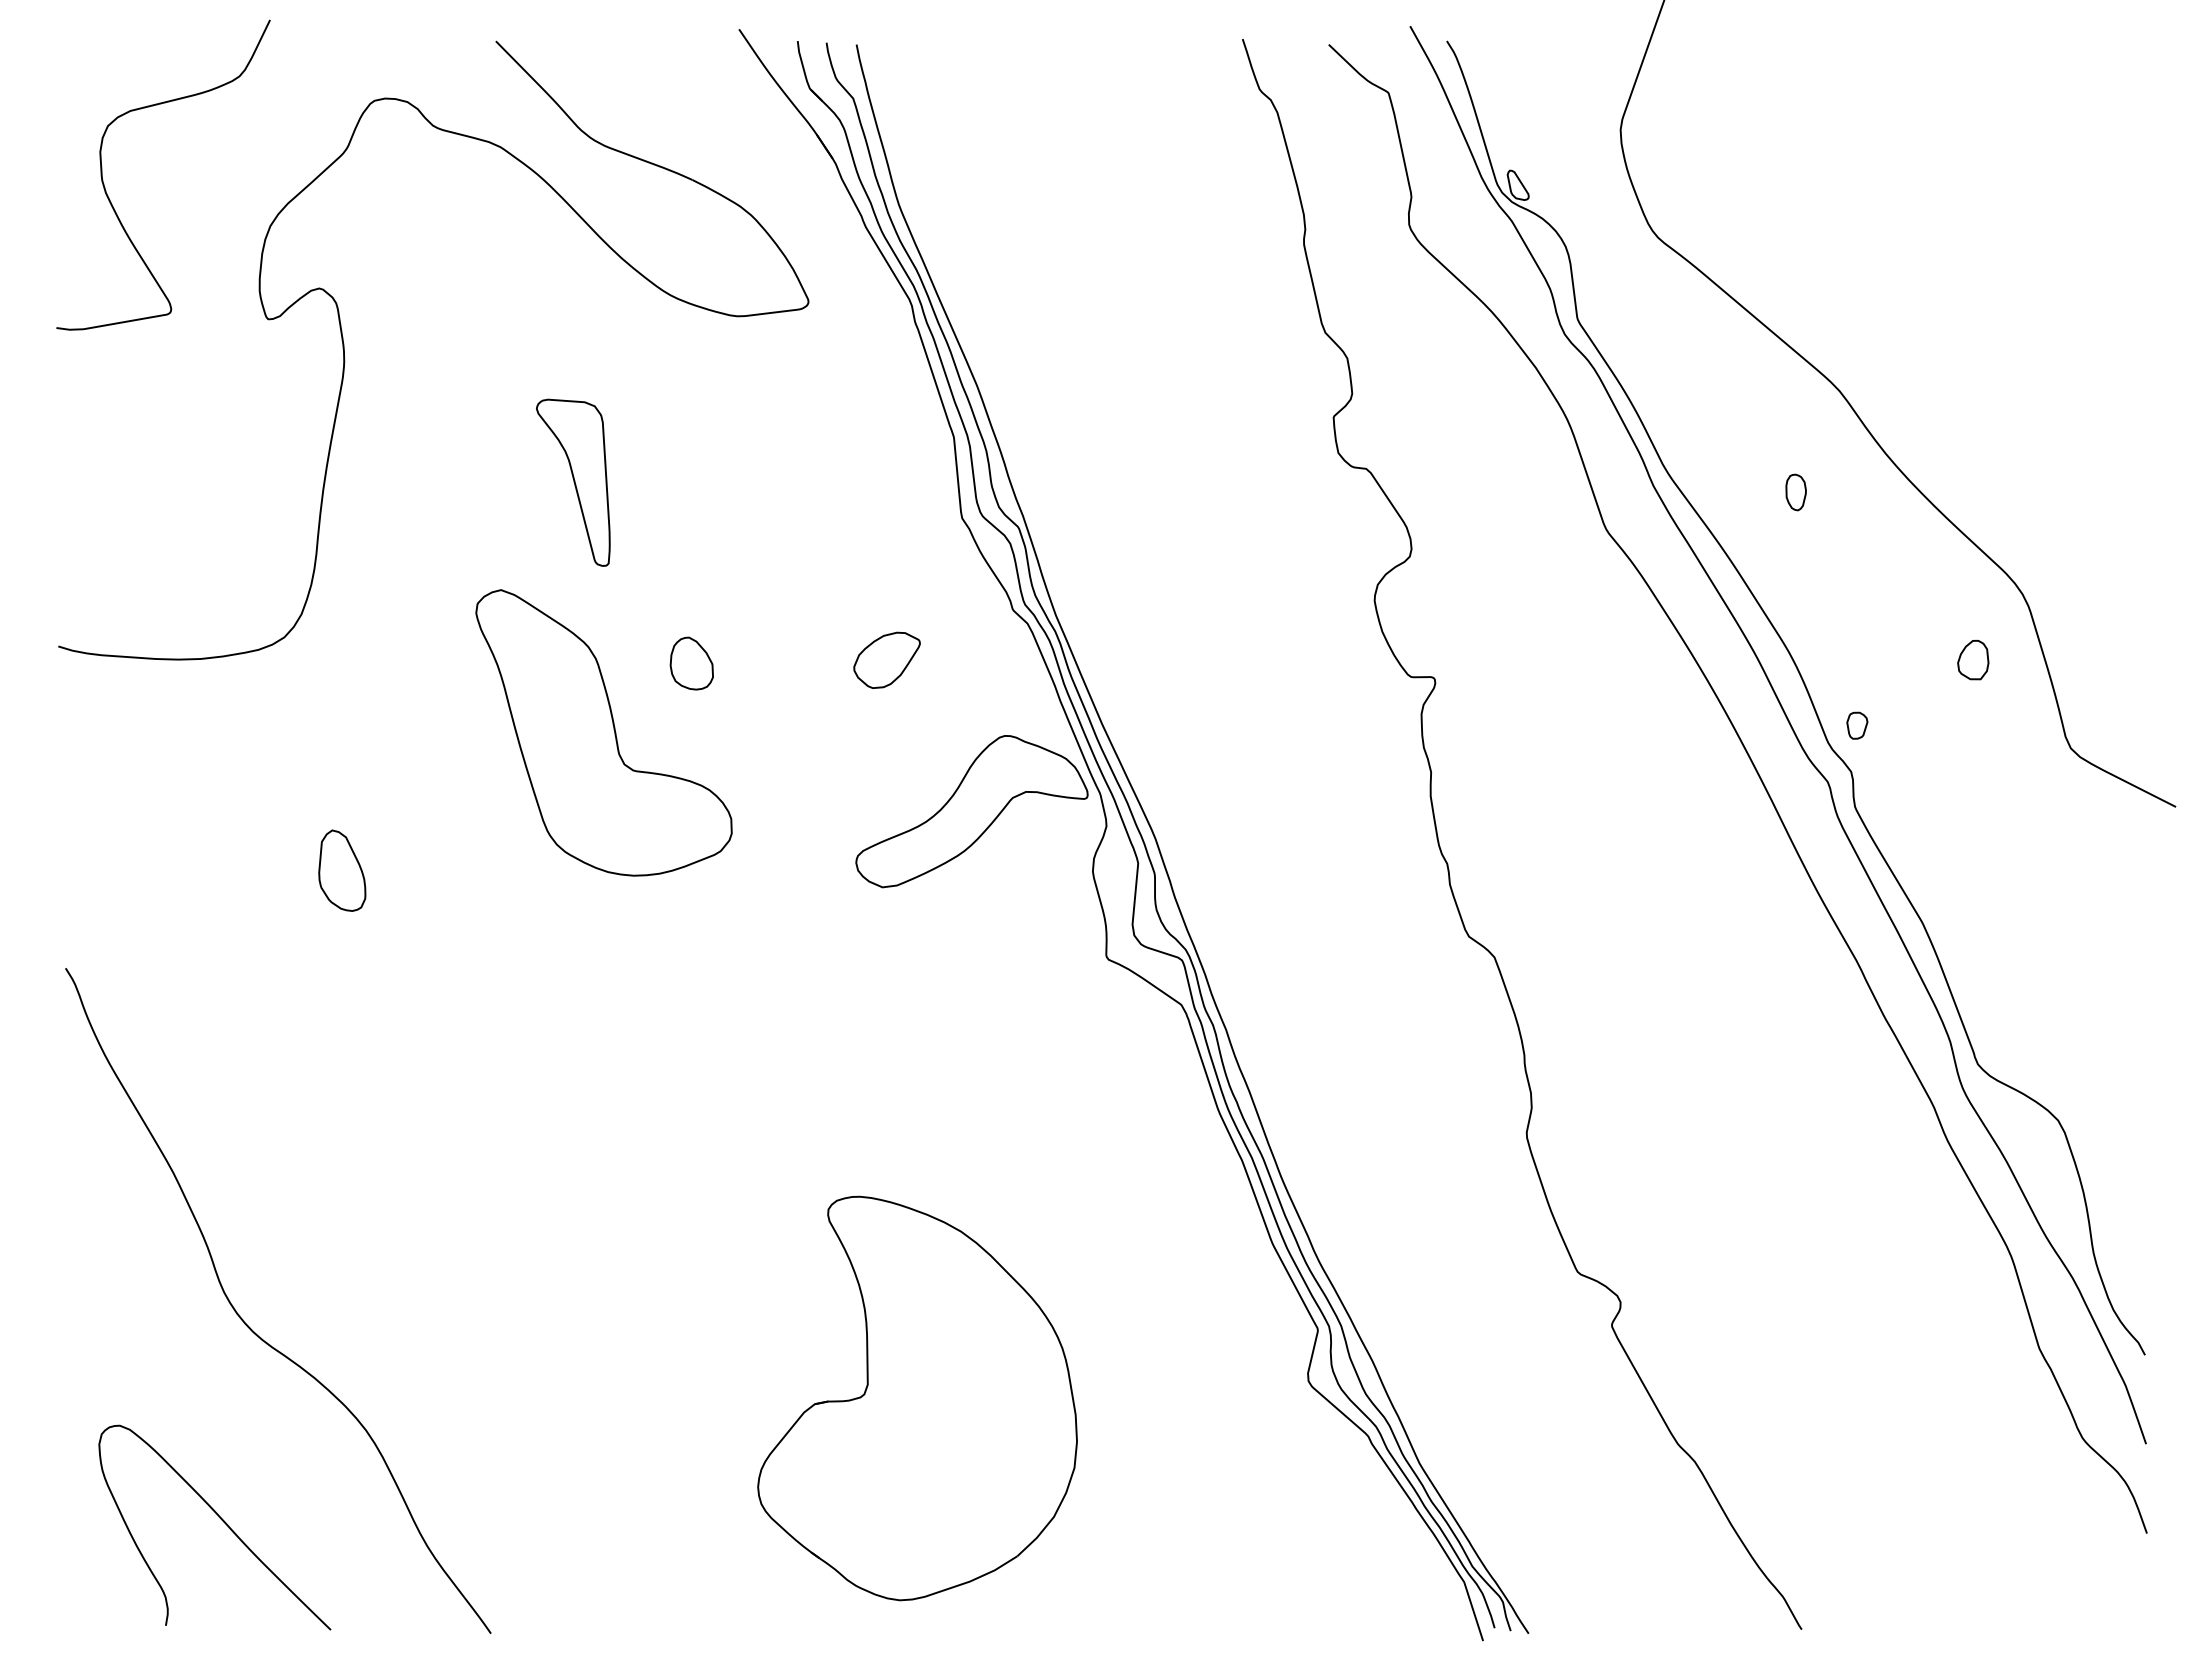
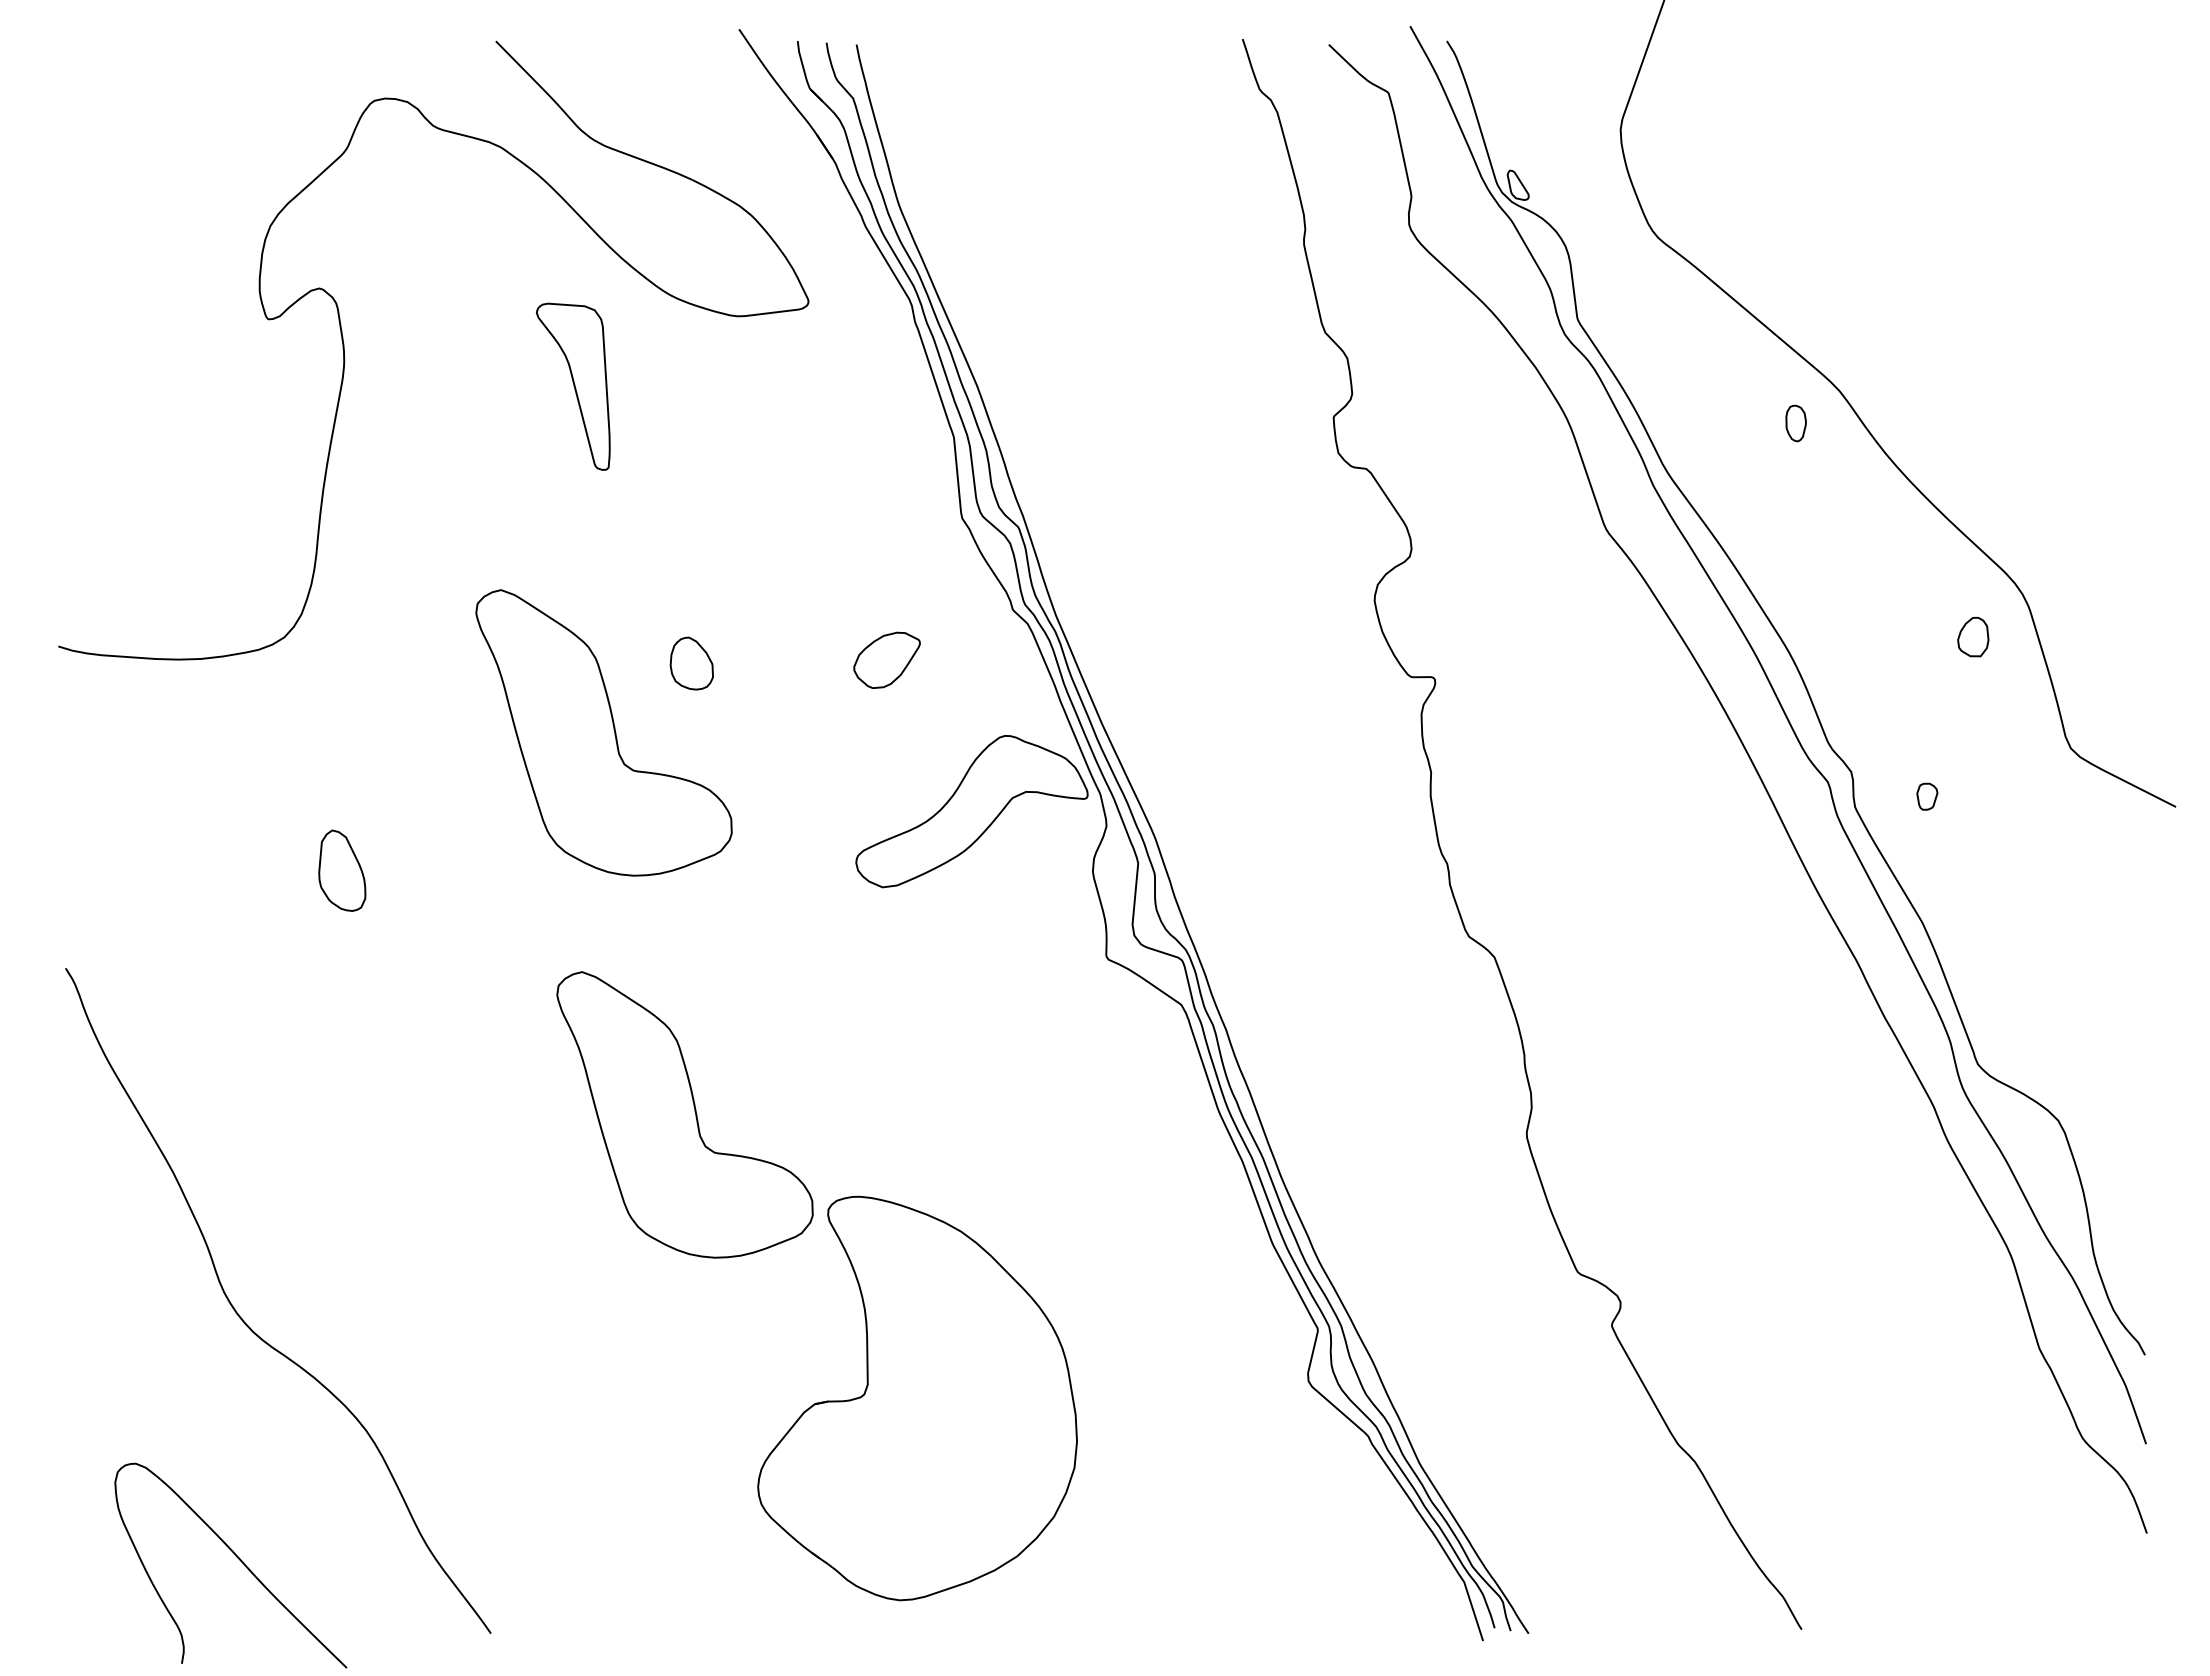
curve at (110, 199): present -> none
part at (573, 482) position: (573, 482) -> (573, 386)
part at (1795, 492) position: (1795, 492) -> (1795, 423)
part at (1973, 659) position: (1973, 659) -> (1973, 636)
part at (1857, 725) position: (1857, 725) -> (1927, 796)
part at (684, 1114): none -> present
curve at (221, 1520) position: (221, 1520) -> (237, 1558)
